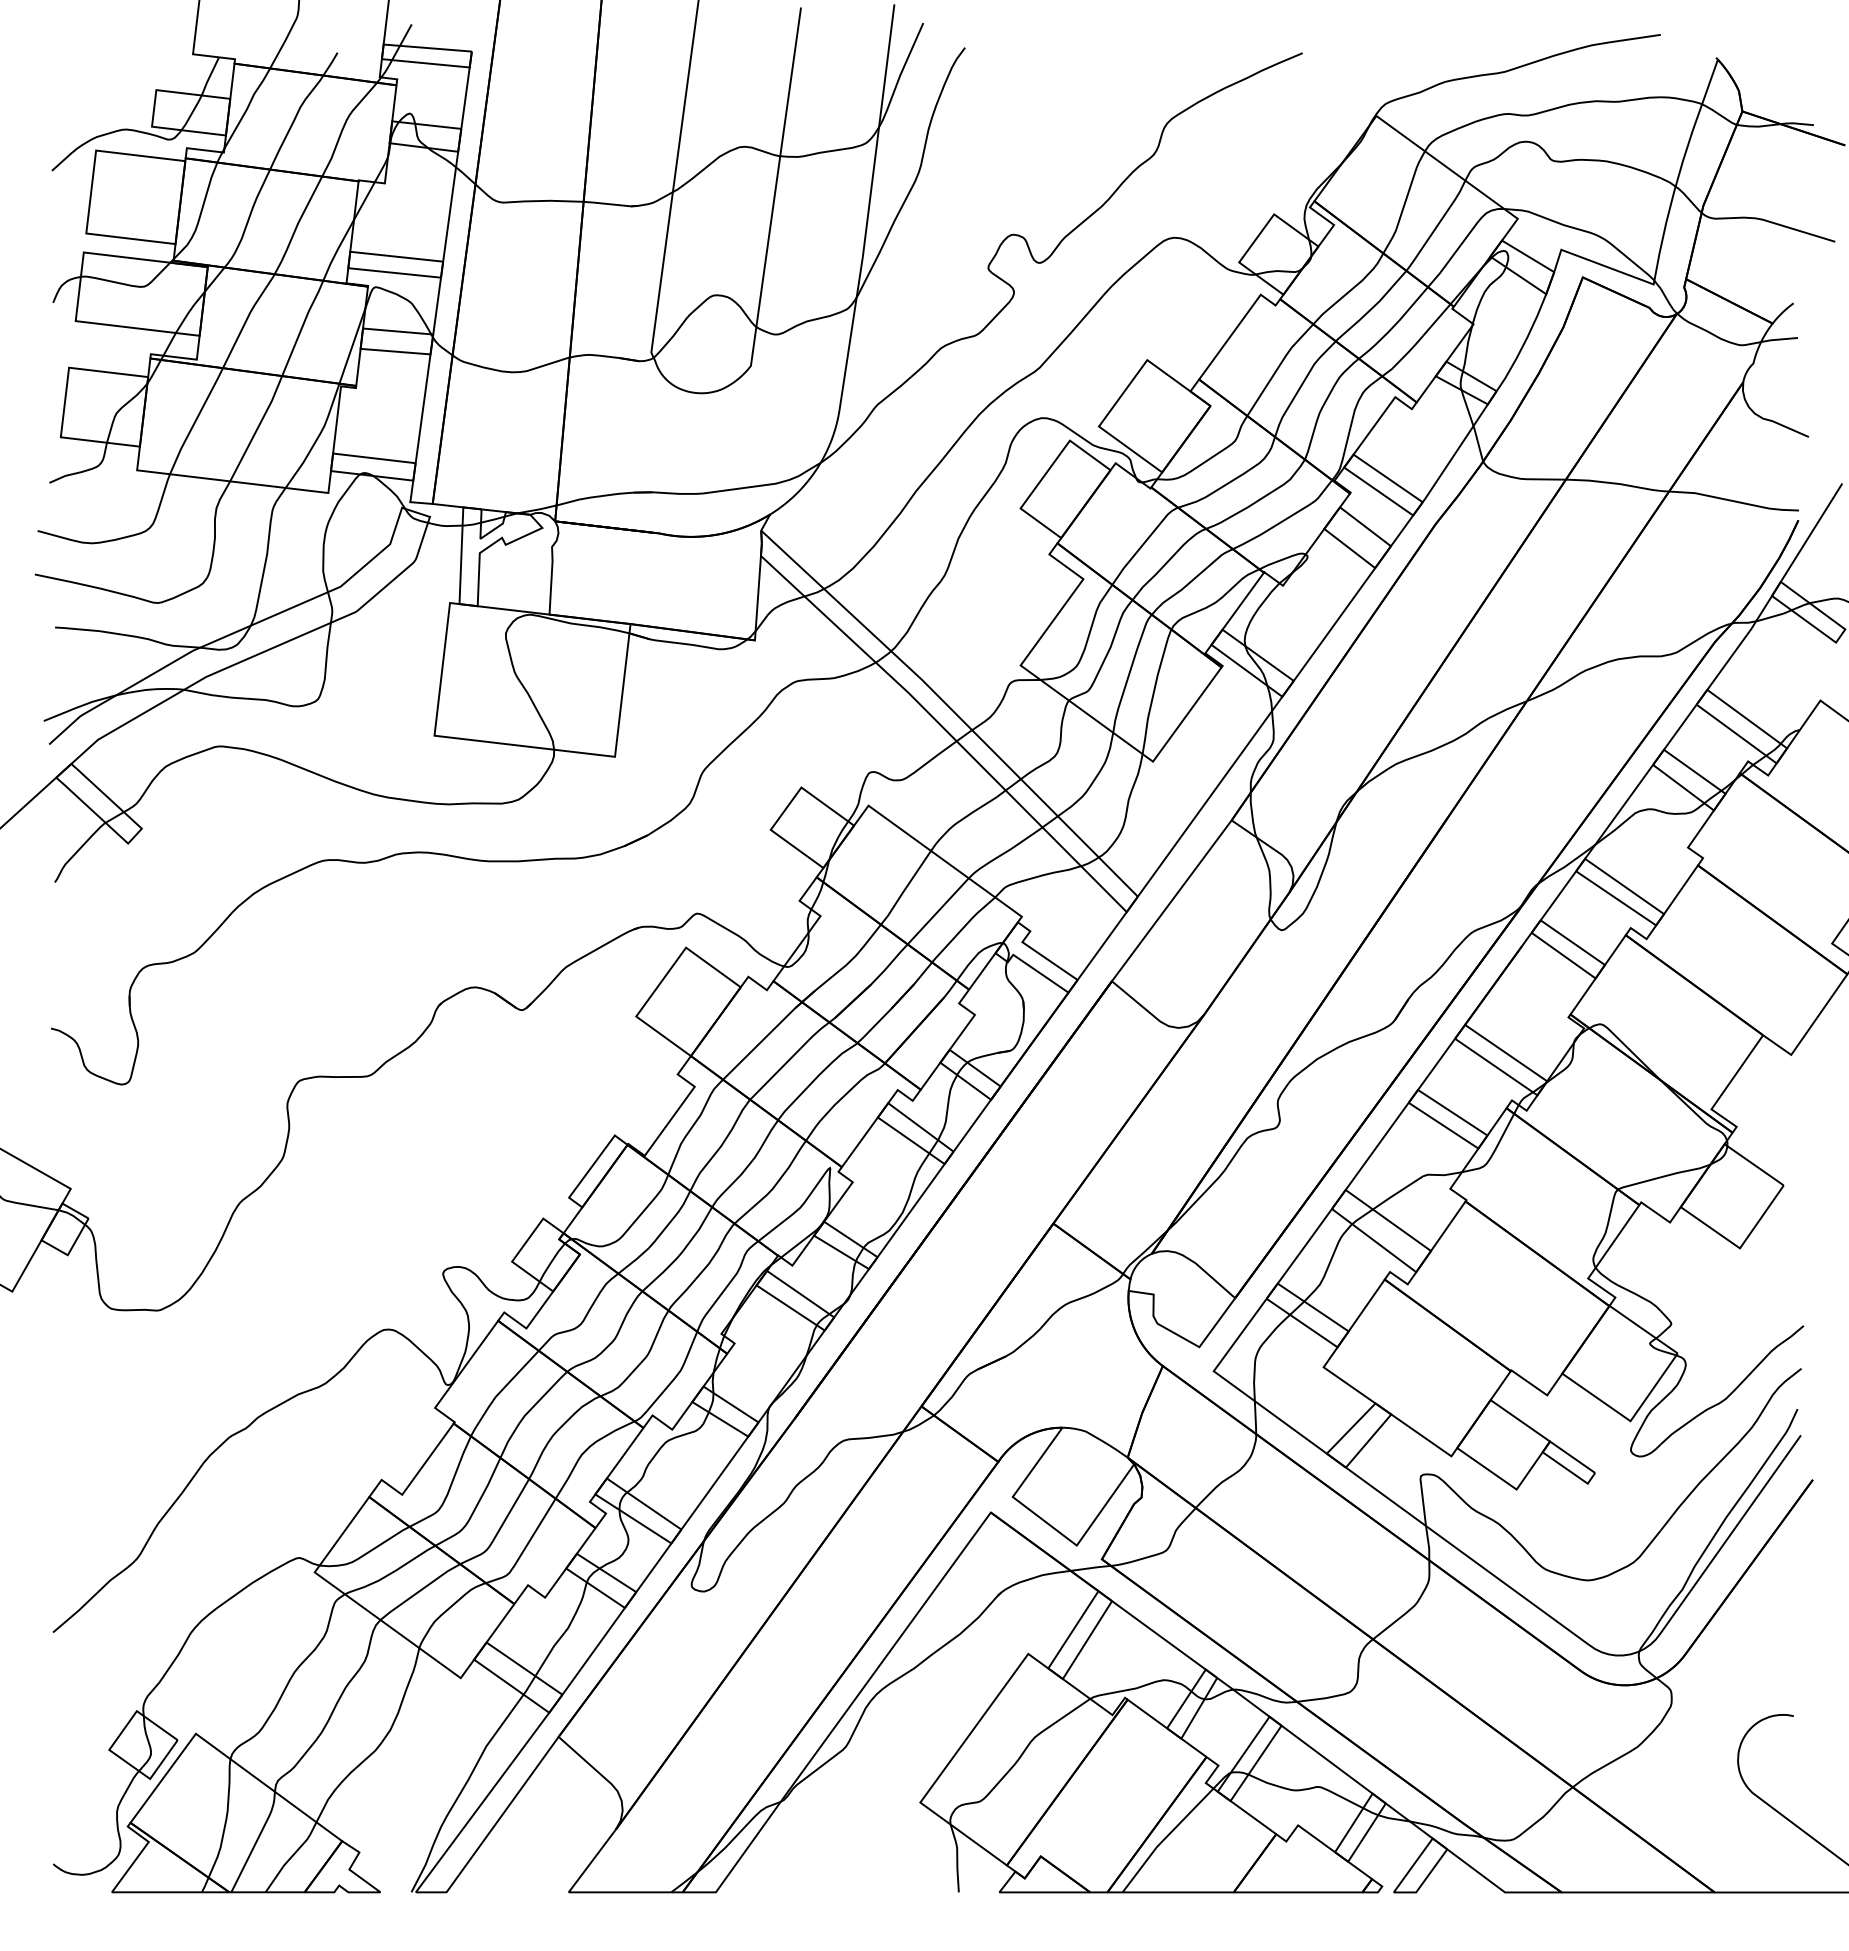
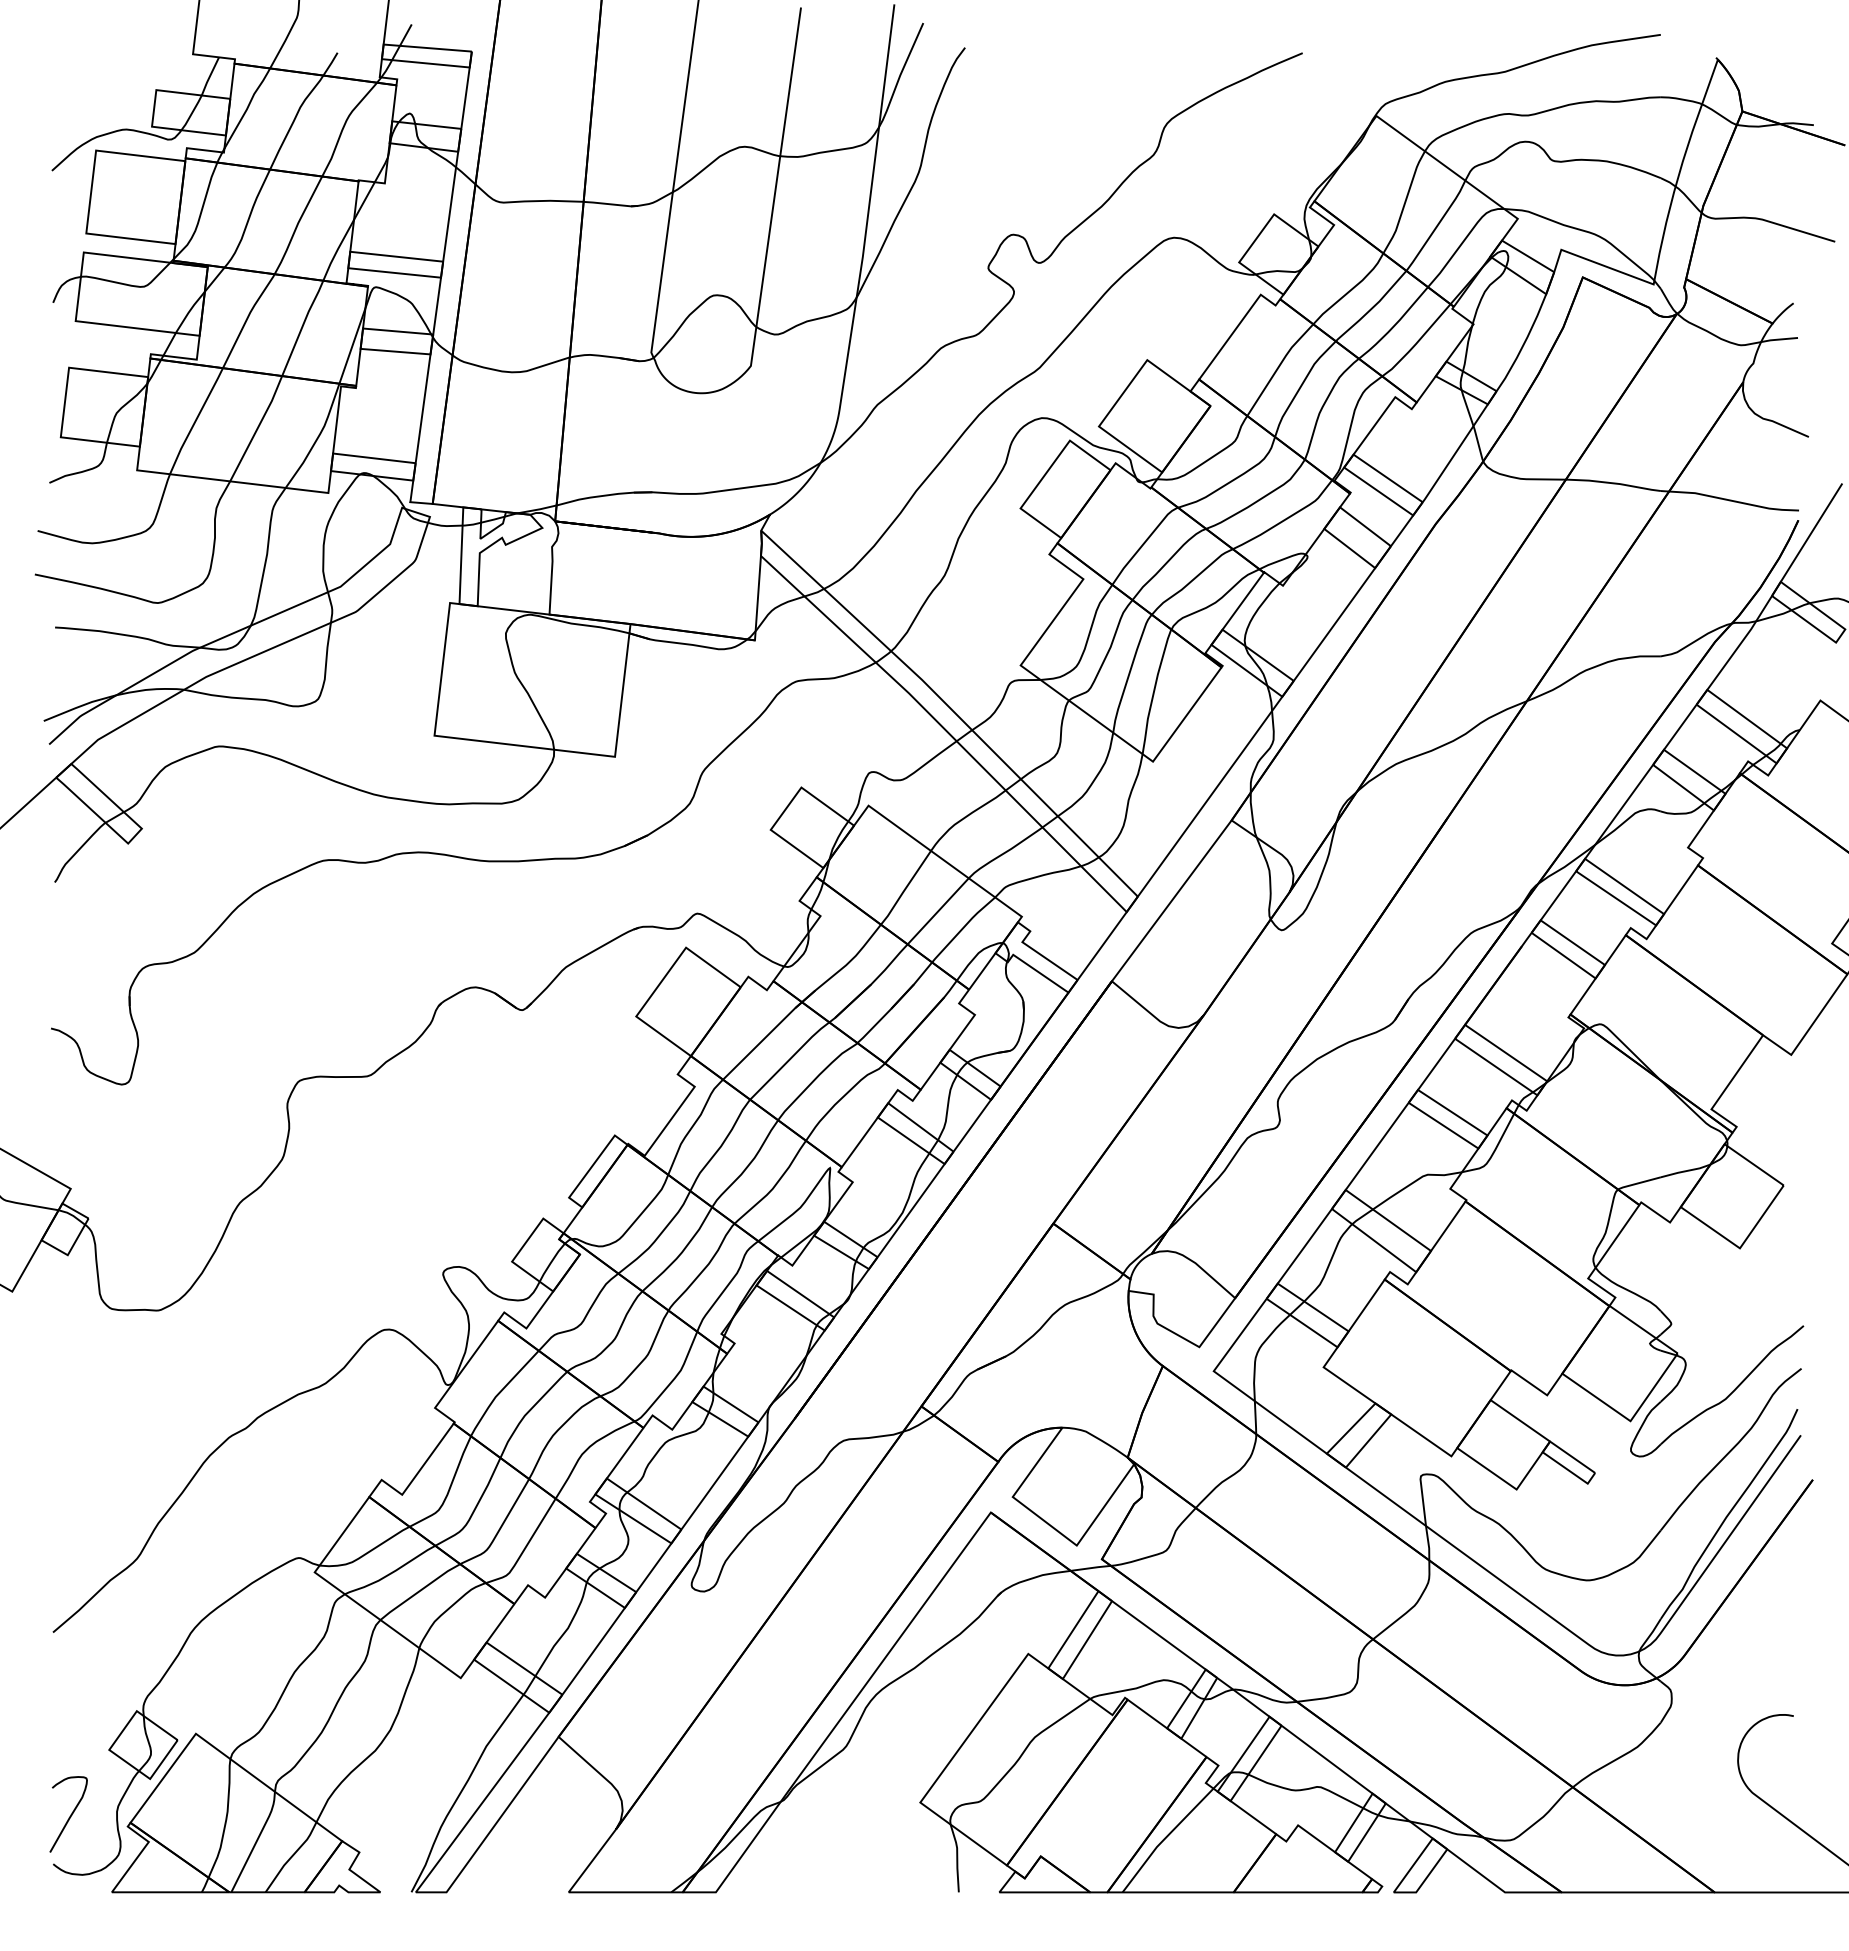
curve at (70, 1814): none -> present
